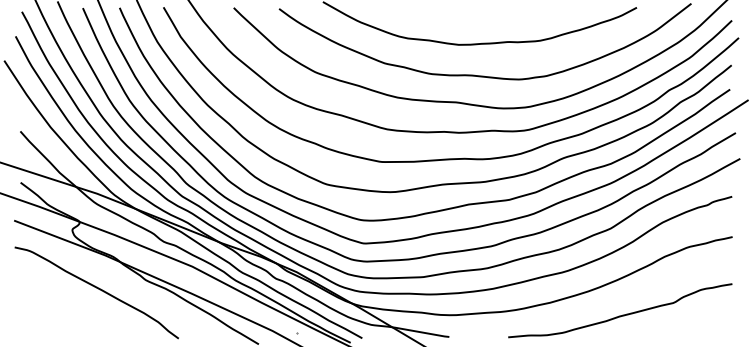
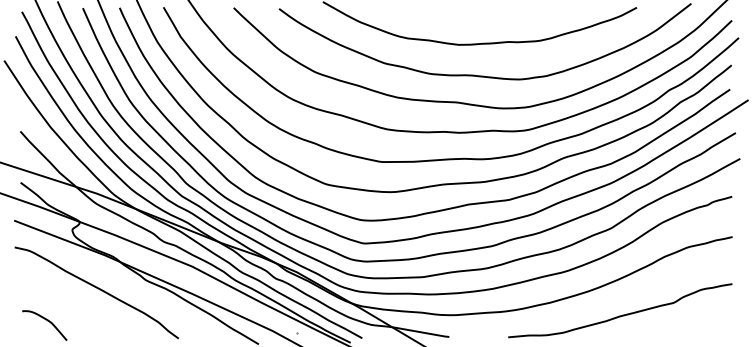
curve at (47, 321): none -> present
